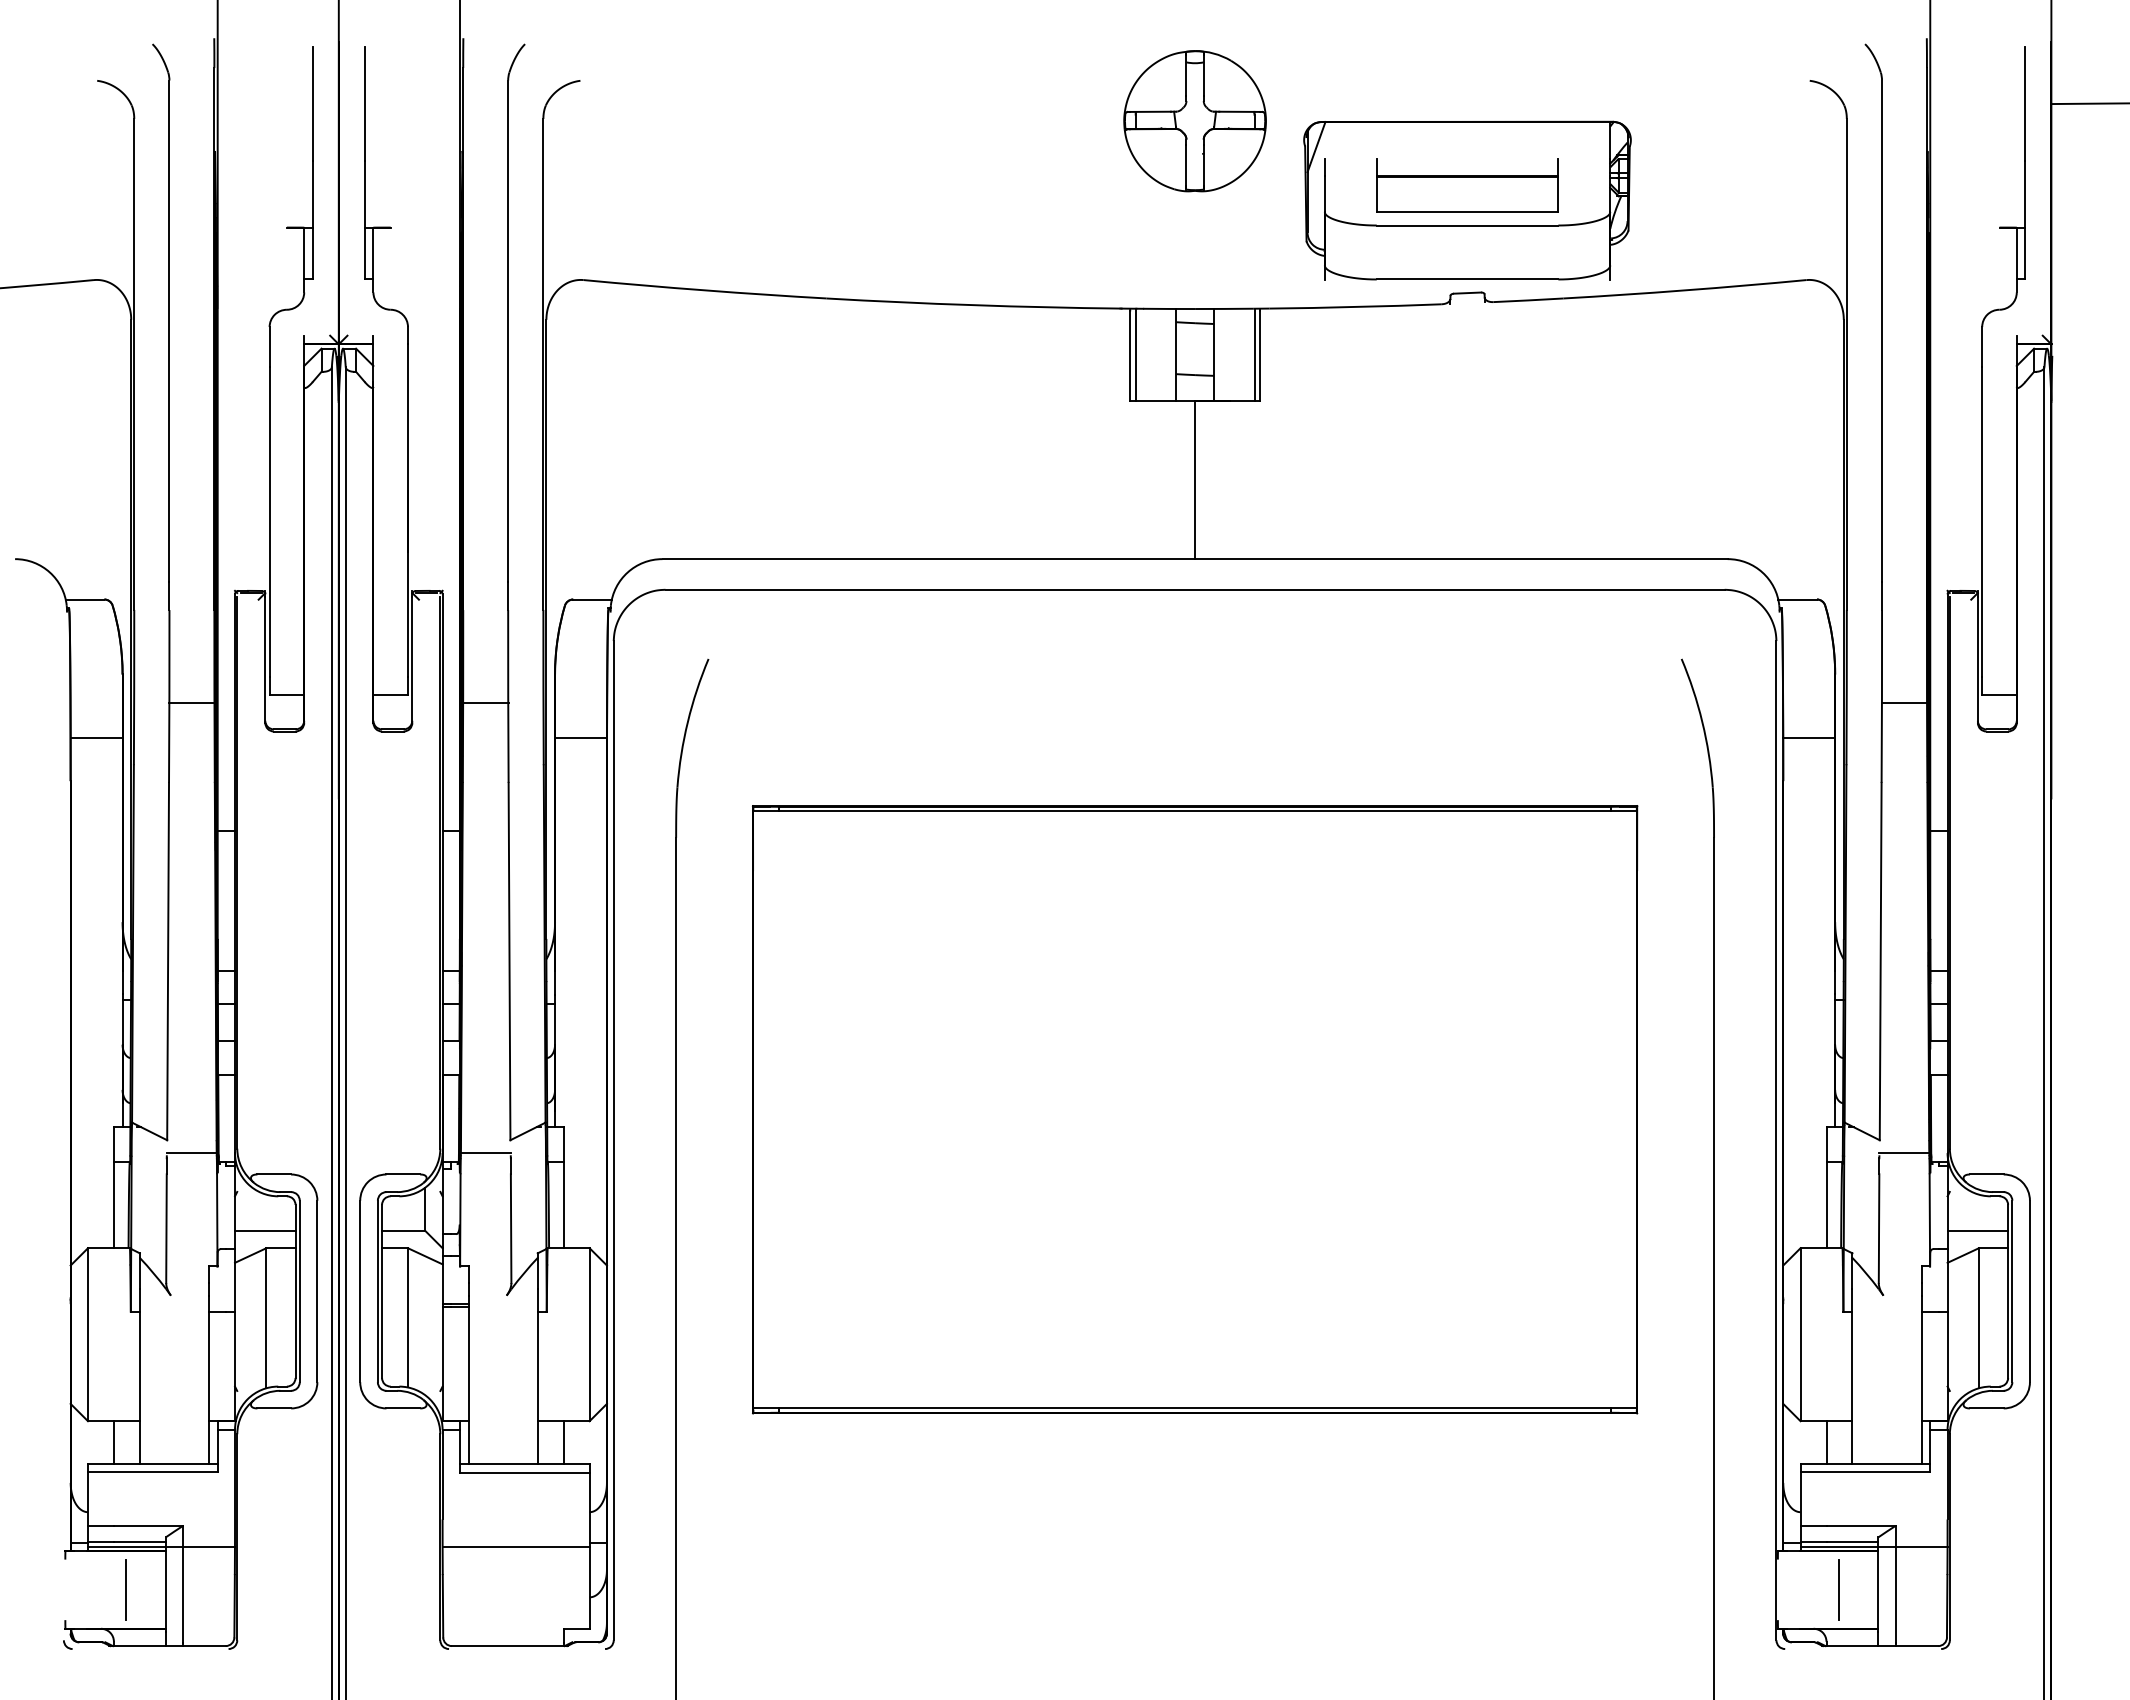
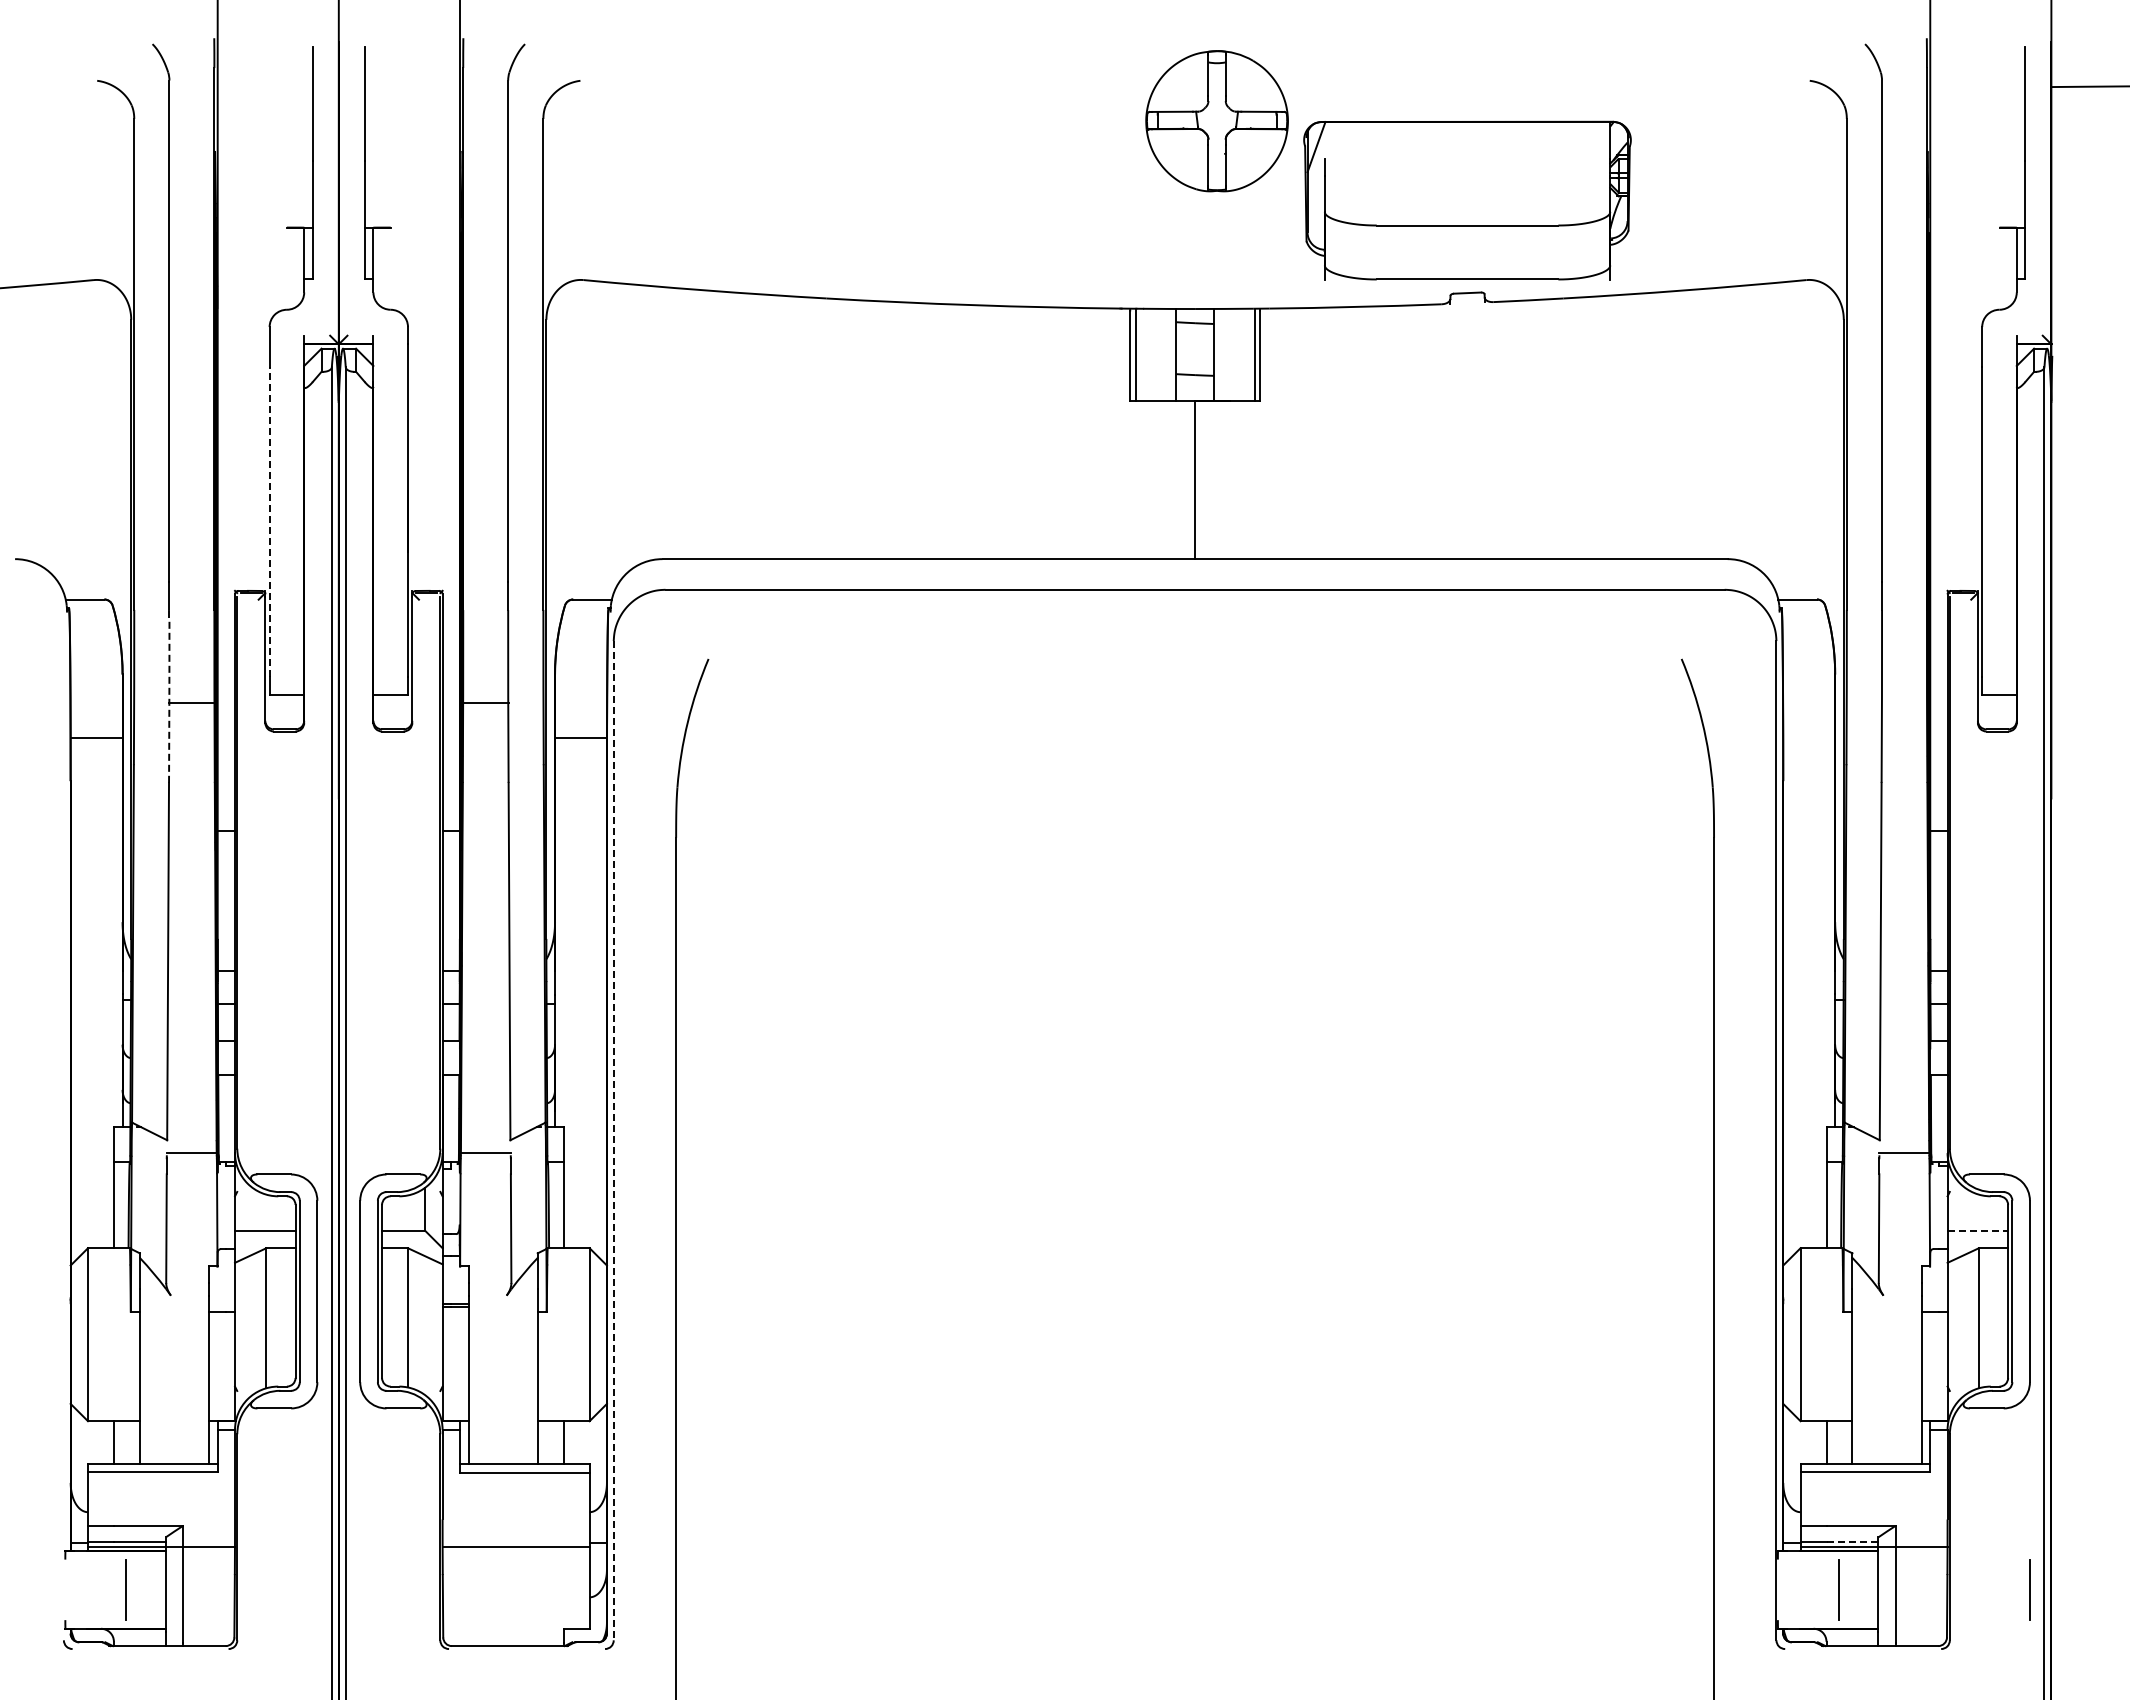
line at (2088, 103) position: (2088, 103) -> (2088, 86)
part at (1194, 121) position: (1194, 121) -> (1216, 121)
part at (1467, 185): present -> none
line at (269, 521): solid -> dashed
arc at (169, 696): solid -> dashed
line at (1904, 702): present -> none
line at (1809, 737): present -> none
part at (1195, 1109): present -> none
line at (613, 1140): solid -> dashed
line at (1978, 1230): solid -> dashed
line at (1852, 1542): solid -> dashed
line at (2029, 1589): none -> present
